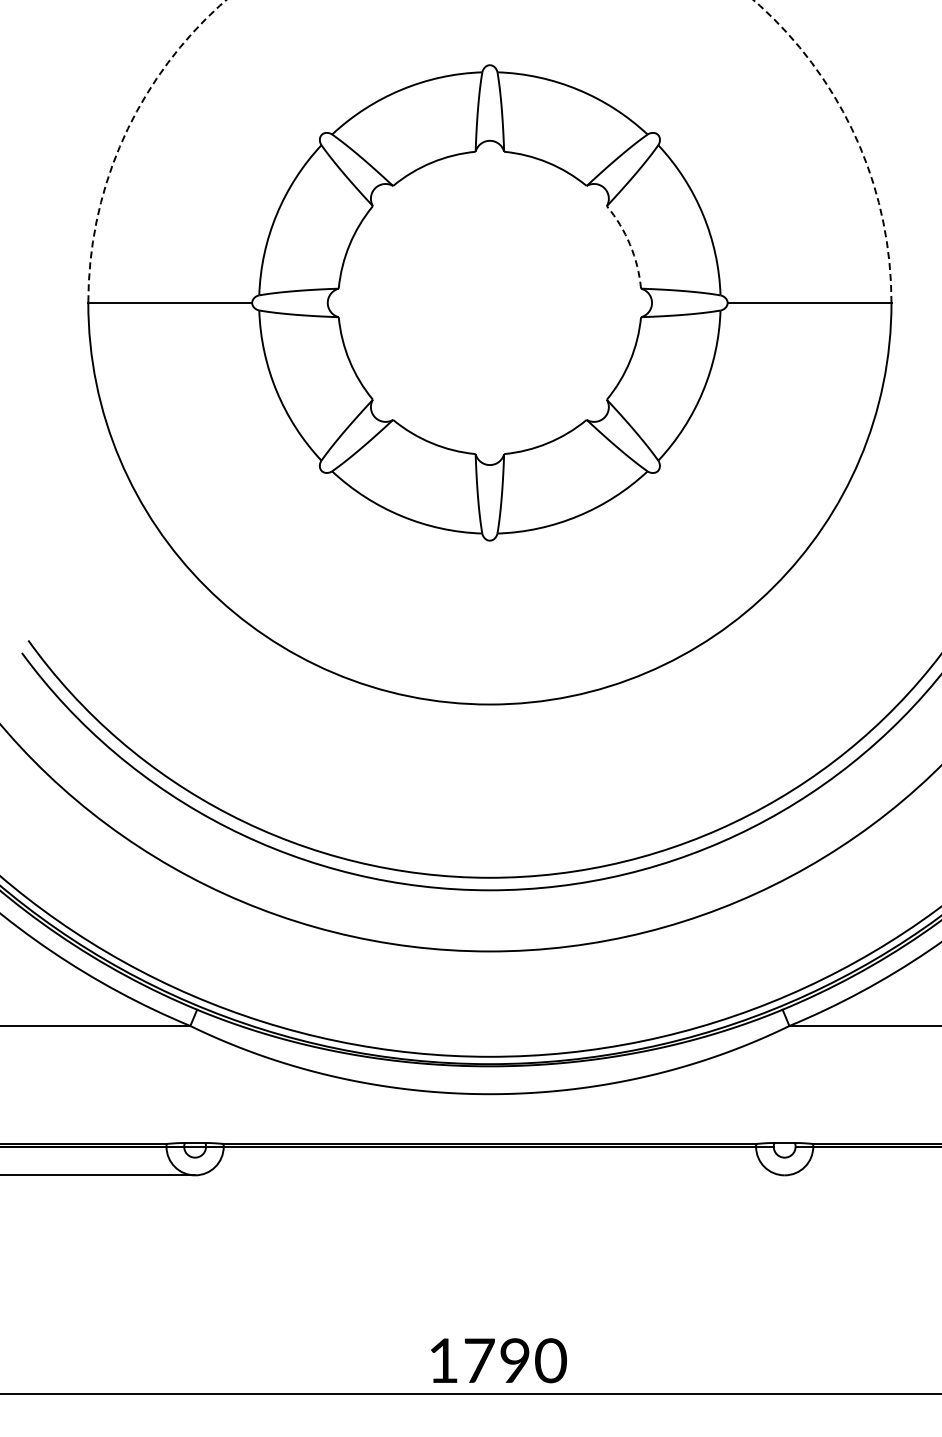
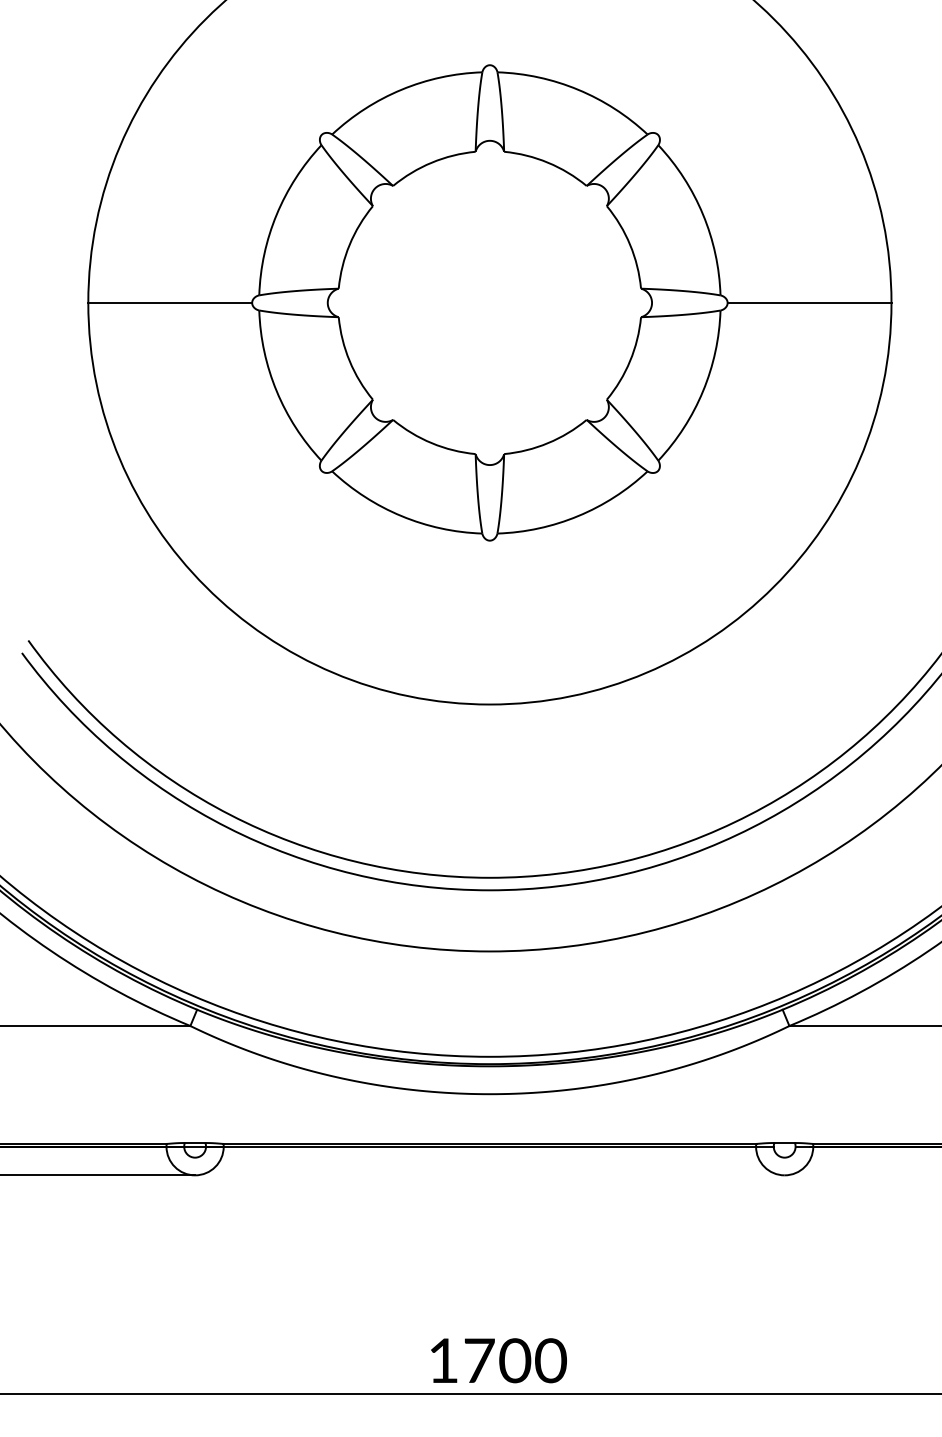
arc at (226, 0): dashed -> solid
arc at (630, 244): dashed -> solid
text at (515, 1361): 1790 -> 1700
